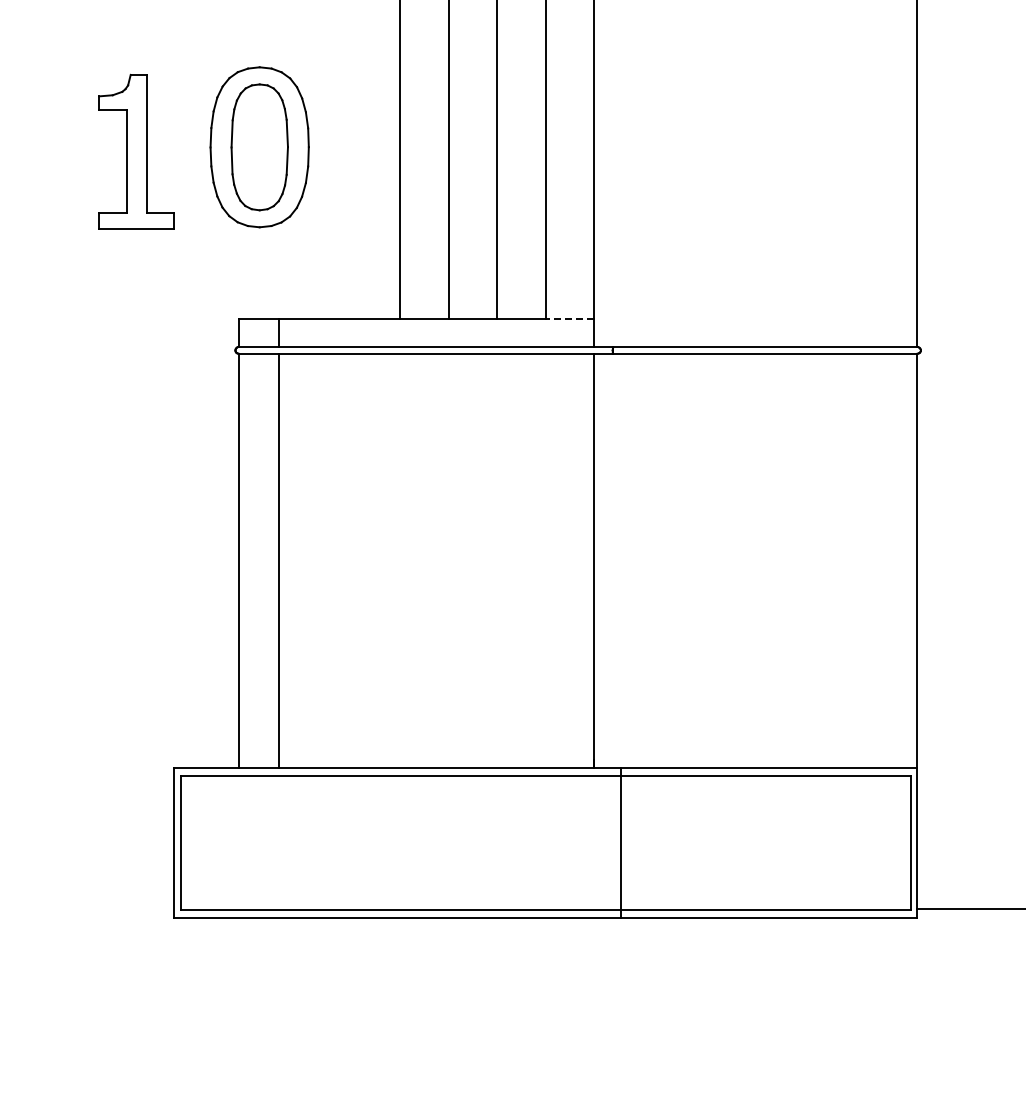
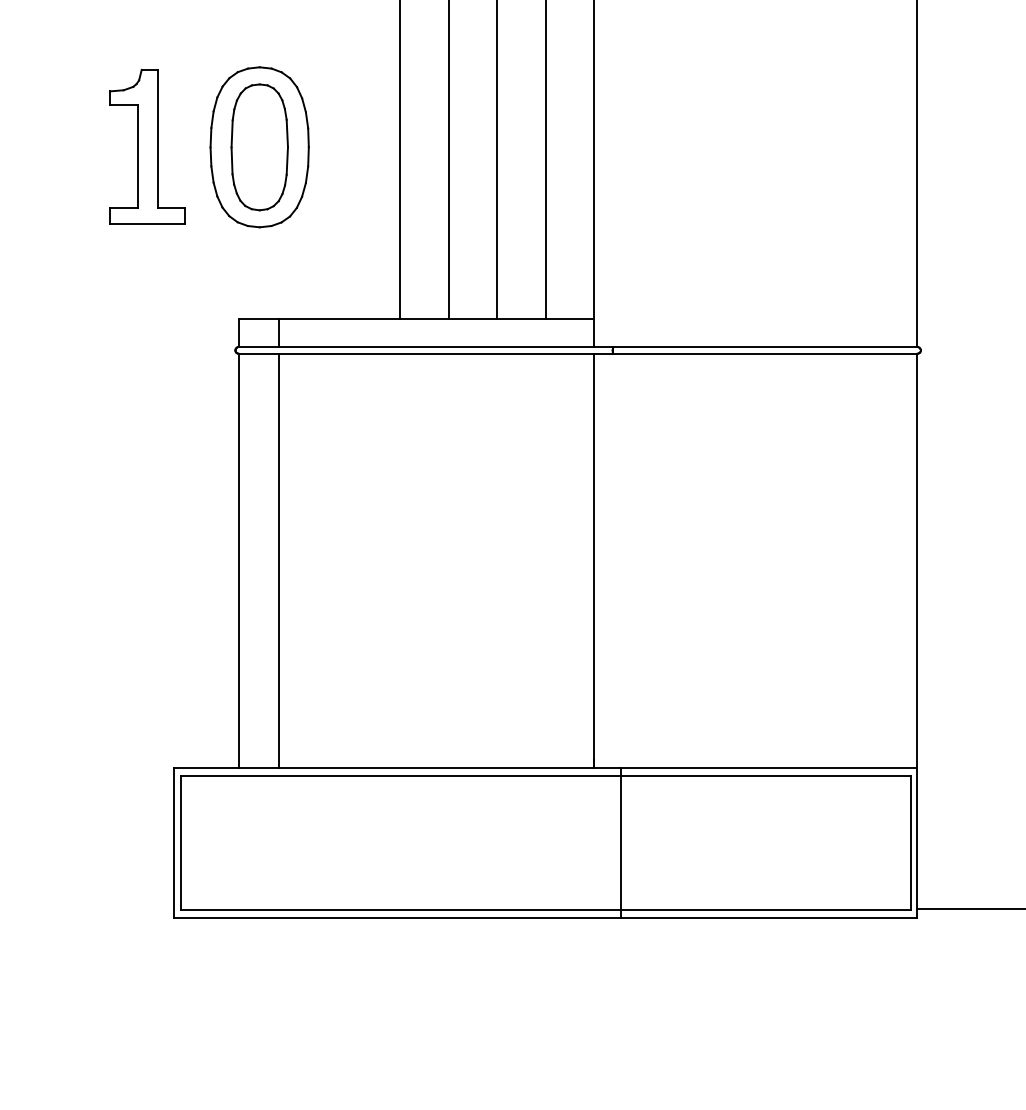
part at (136, 151) position: (136, 151) -> (147, 146)
line at (569, 319): dashed -> solid
